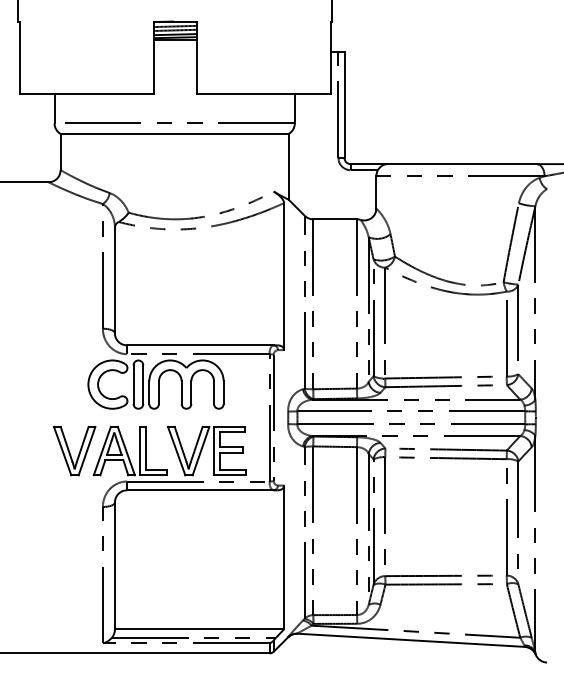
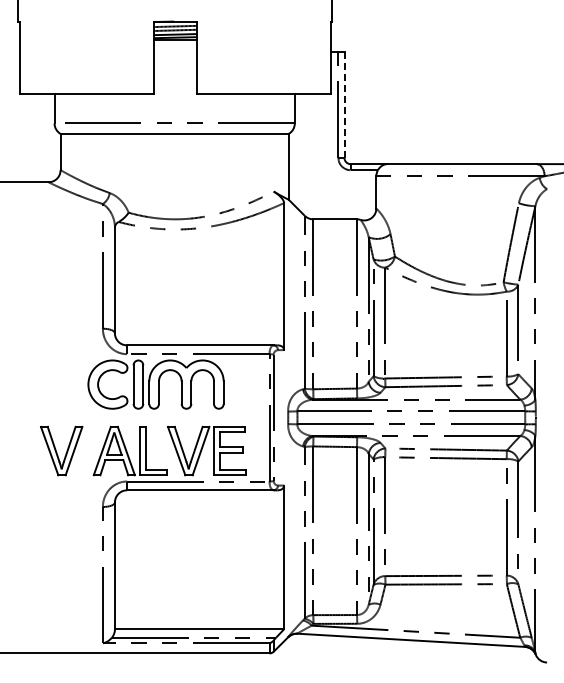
line at (344, 105): solid -> dashed
part at (74, 450) position: (74, 450) -> (61, 450)
